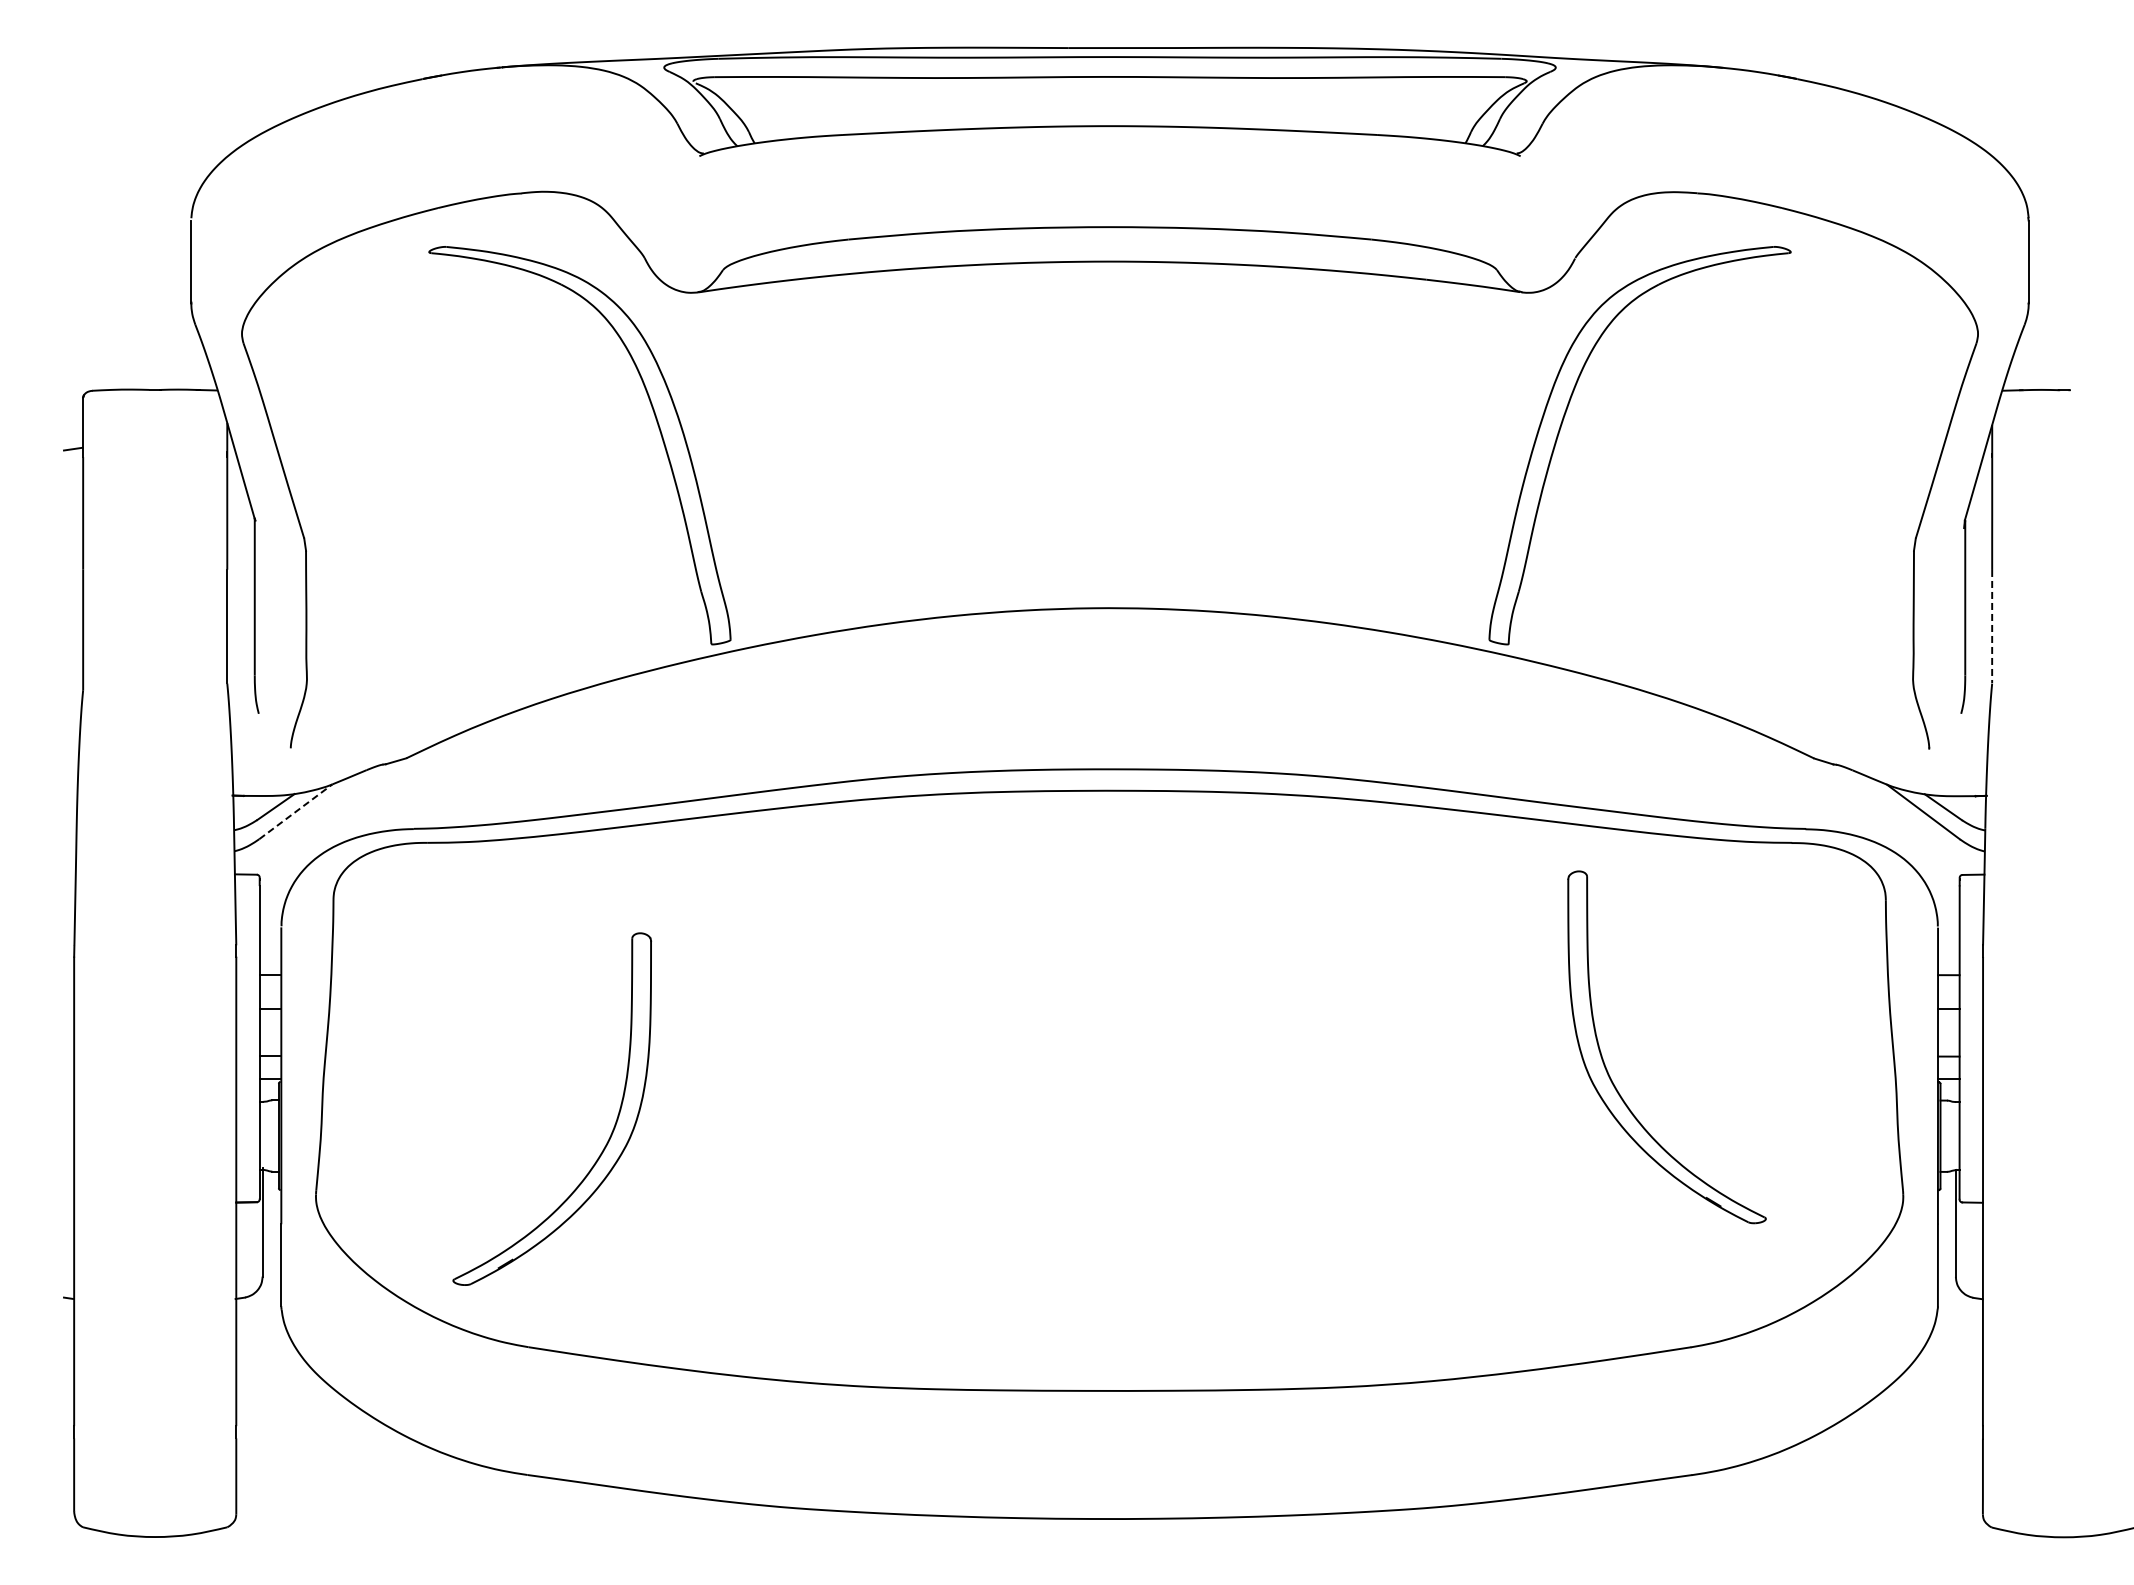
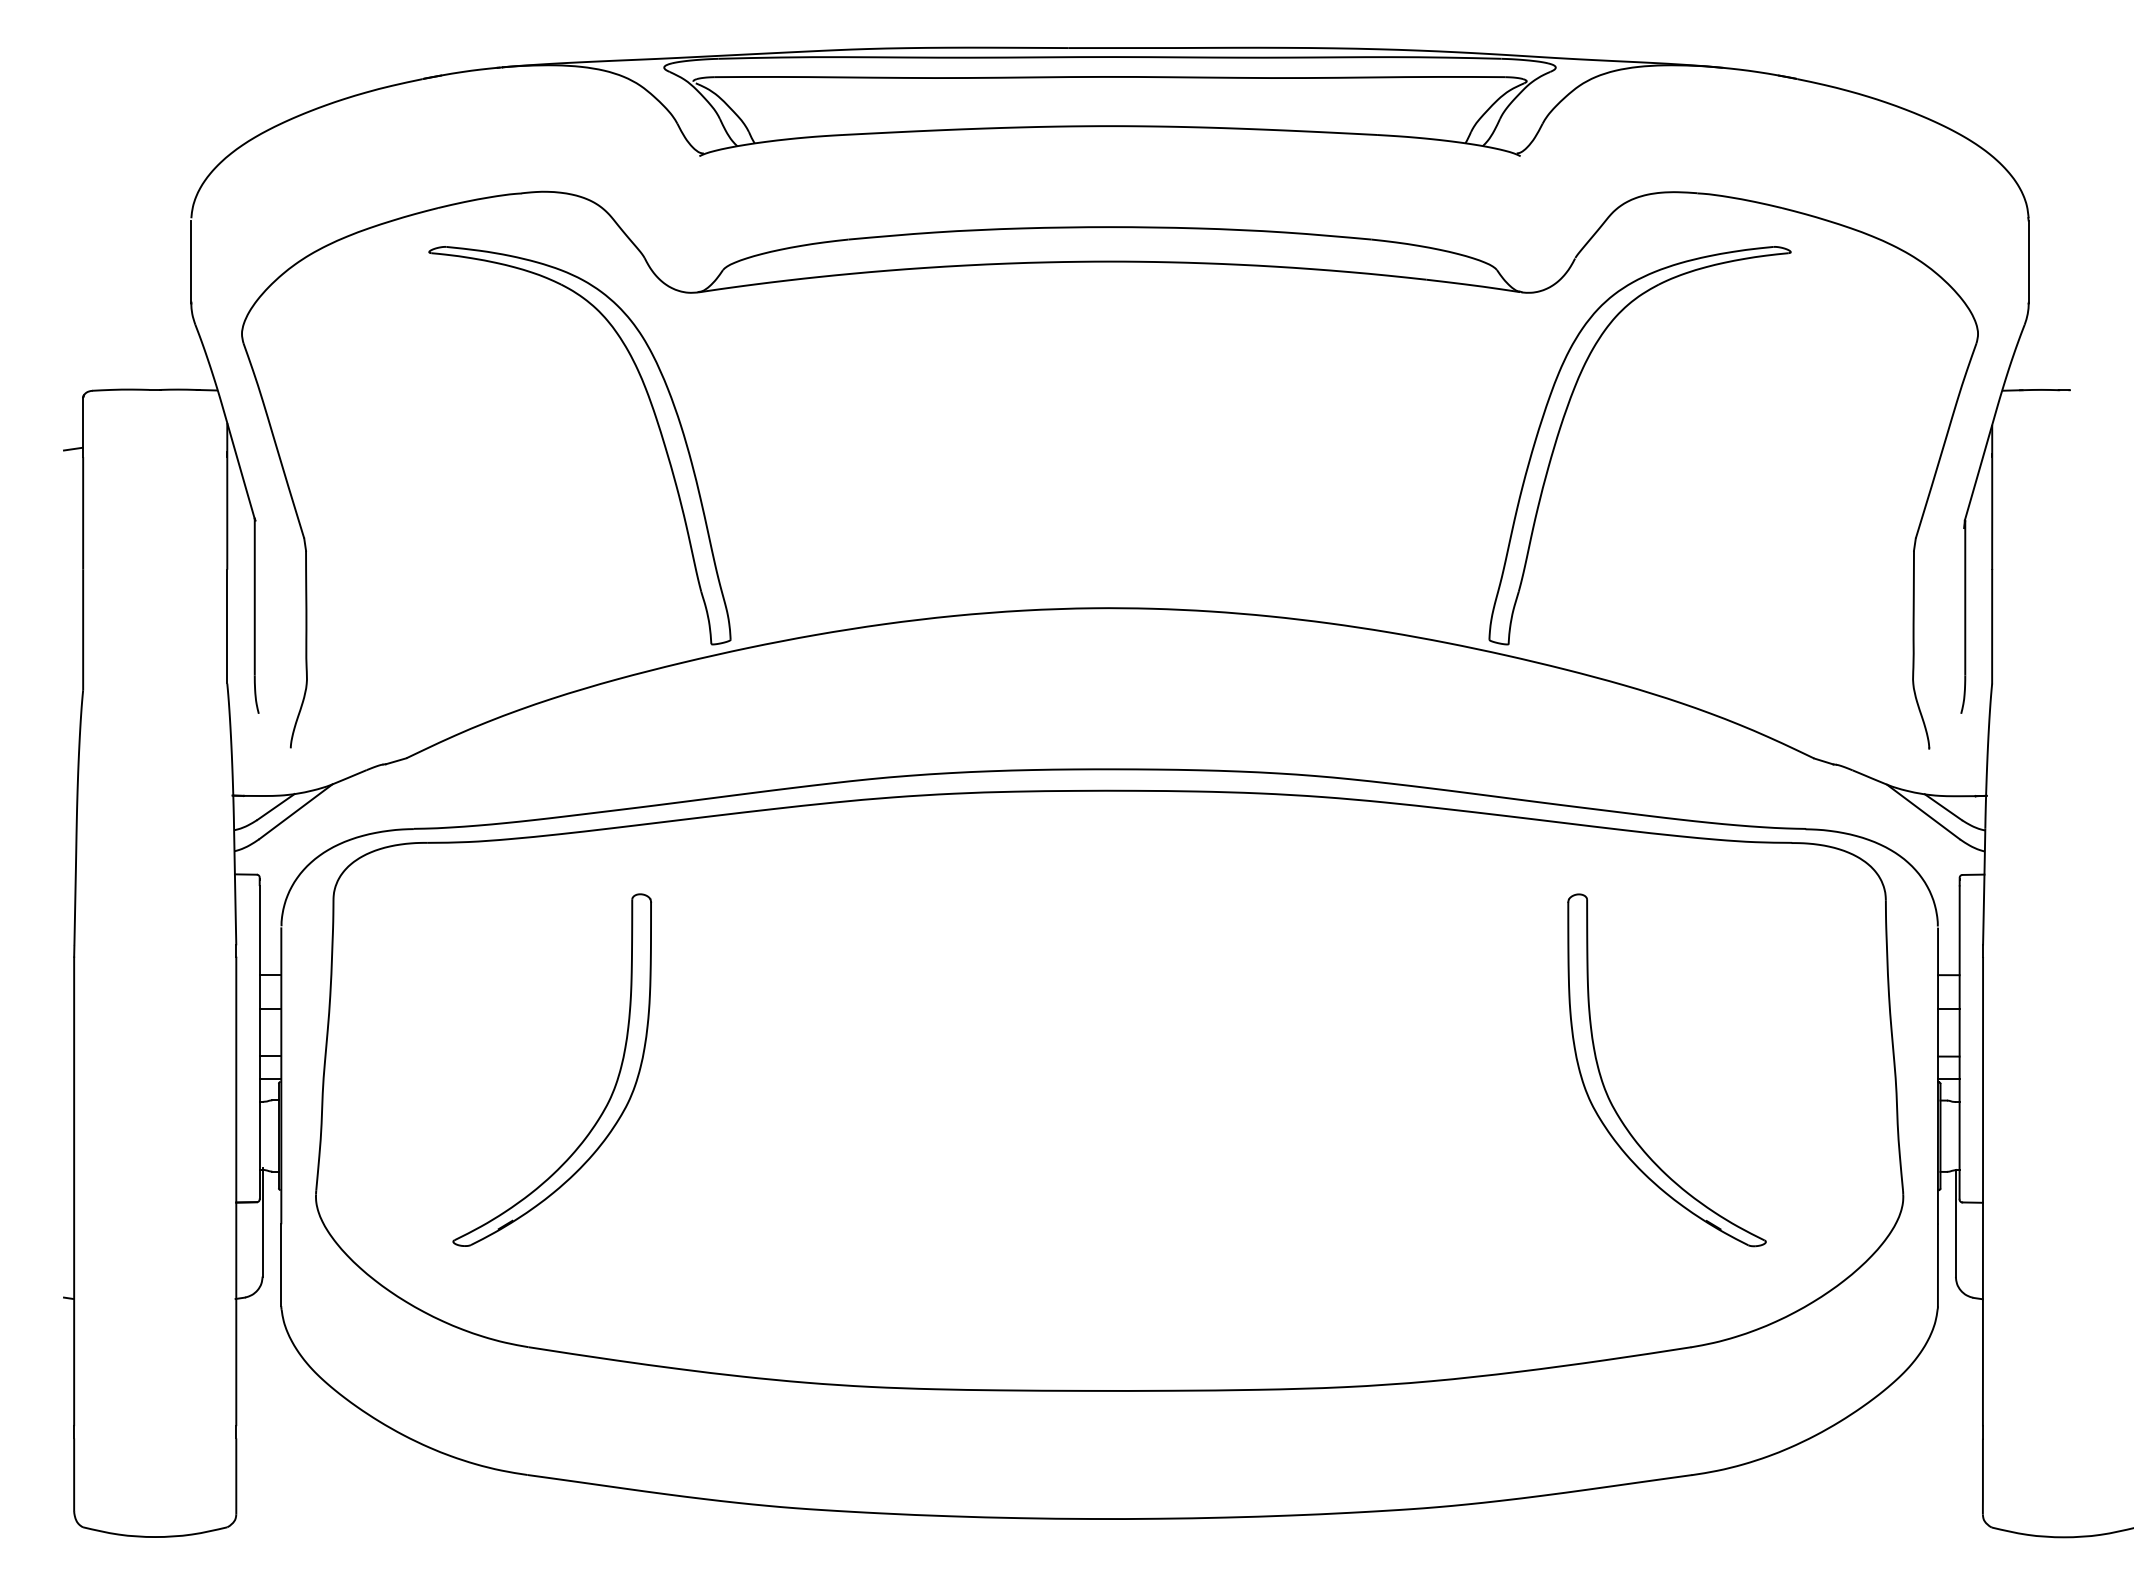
line at (1992, 626): dashed -> solid
line at (295, 811): dashed -> solid
part at (1608, 1071) position: (1608, 1071) -> (1608, 1094)
part at (609, 1136) position: (609, 1136) -> (609, 1097)
